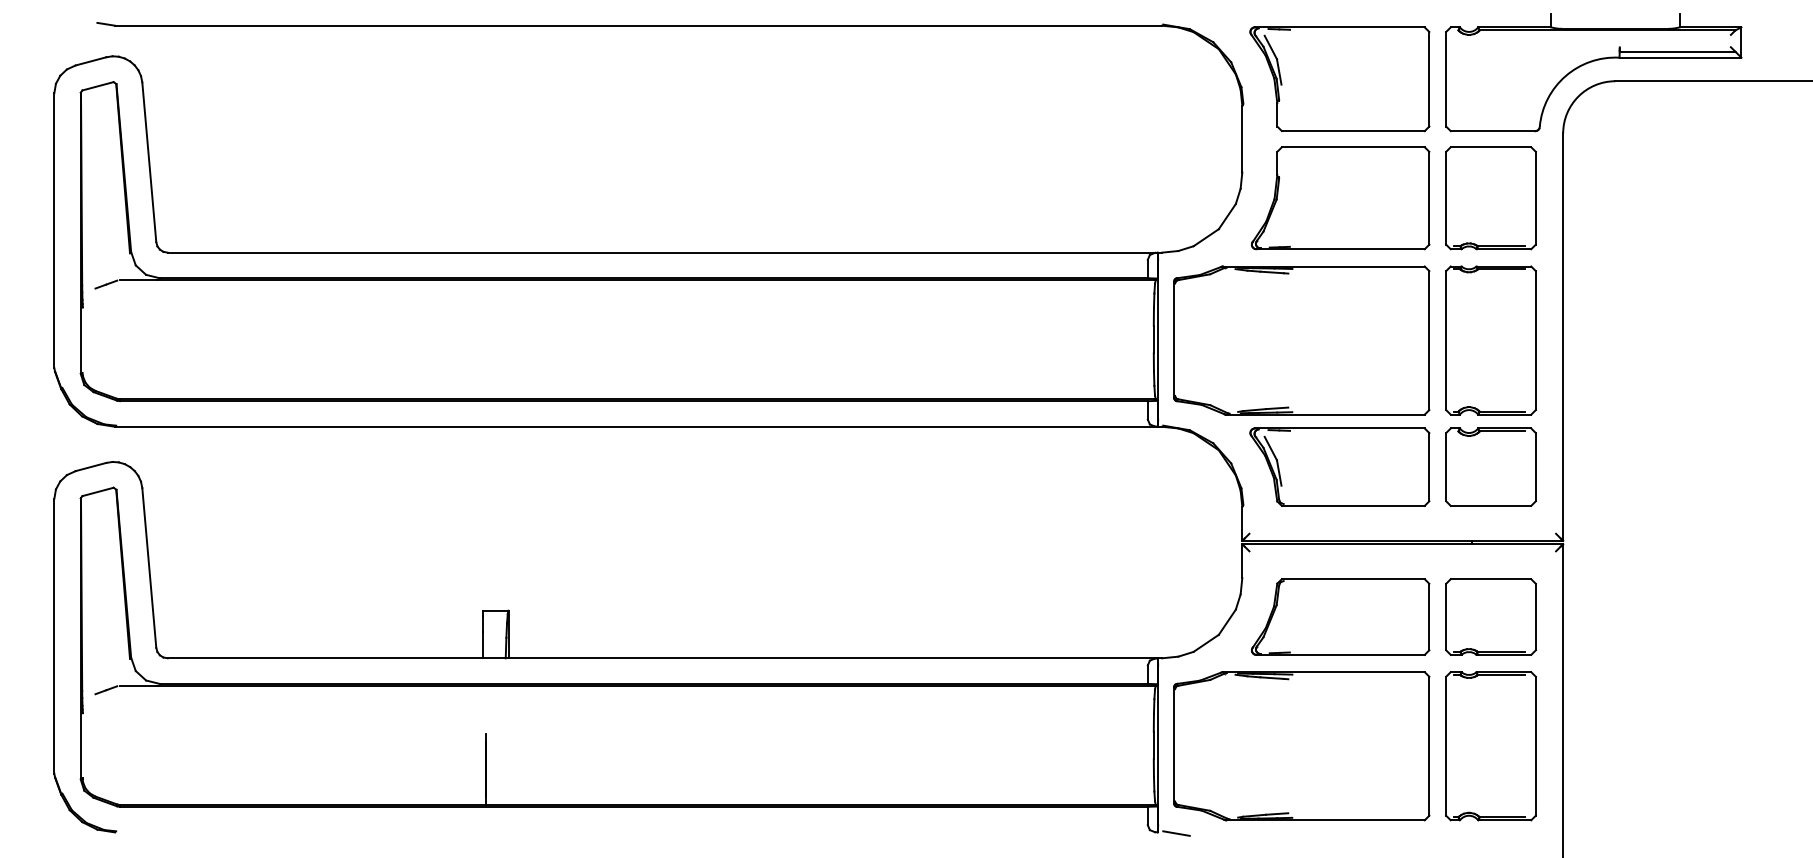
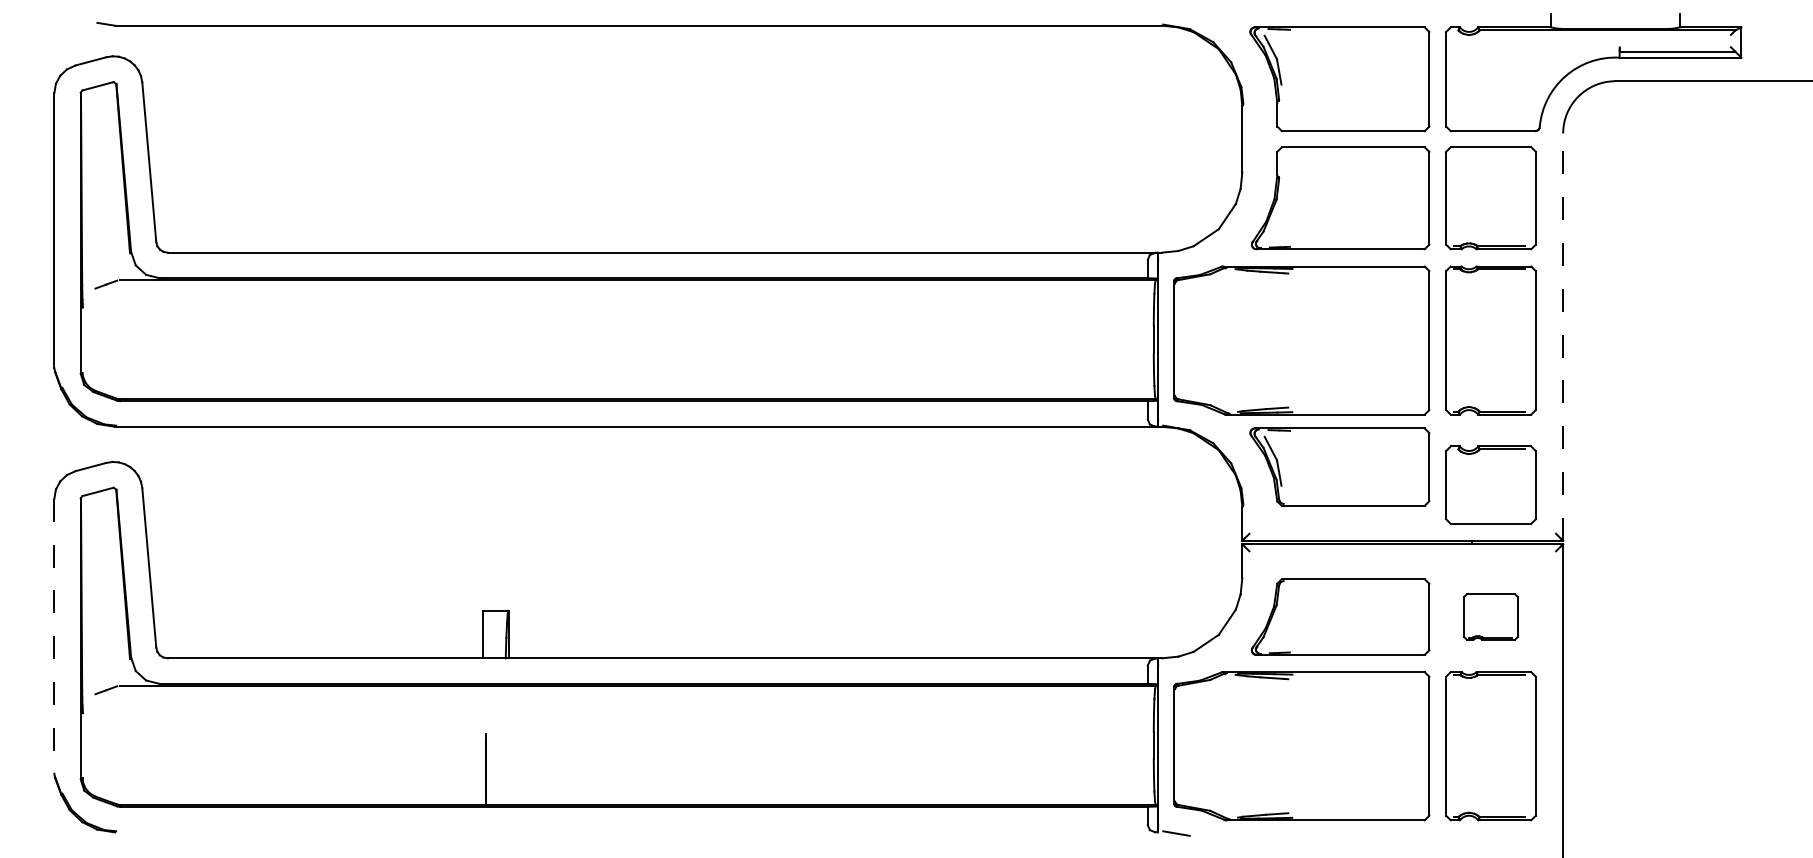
line at (1563, 337): solid -> dashed
part at (1490, 466) position: (1490, 466) -> (1490, 484)
part at (1490, 616) size: 92x78 px -> 56x48 px
line at (54, 636): solid -> dashed
